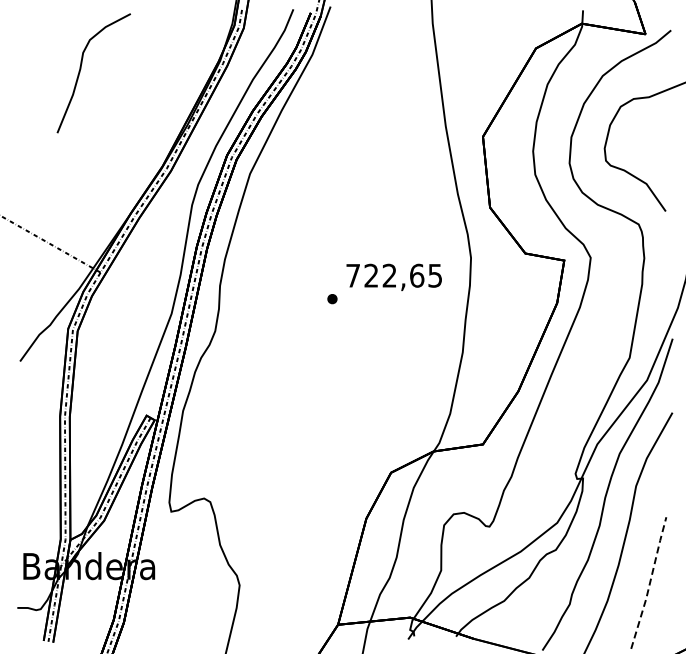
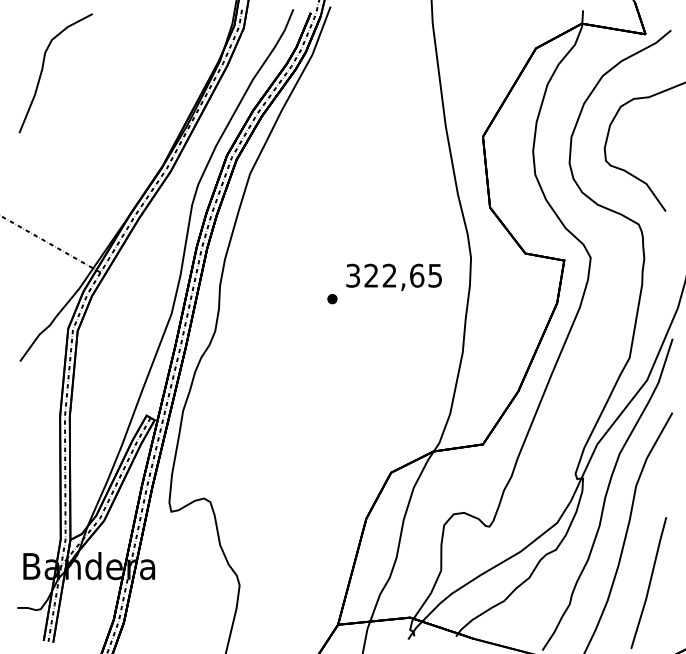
curve at (81, 69) position: (81, 69) -> (43, 69)
text at (353, 275): 722,65 -> 322,65
line at (650, 582): dashed -> solid
